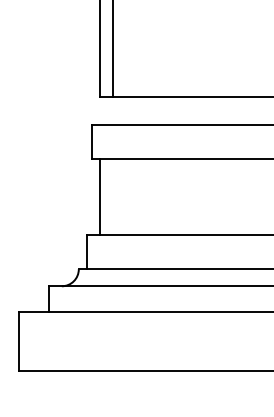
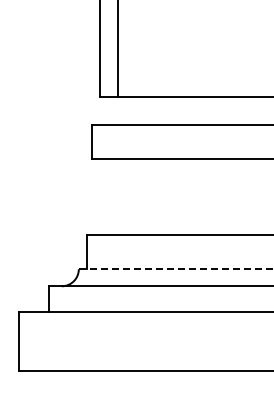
line at (112, 49) position: (112, 49) -> (117, 49)
line at (100, 196): present -> none
line at (176, 269): solid -> dashed
